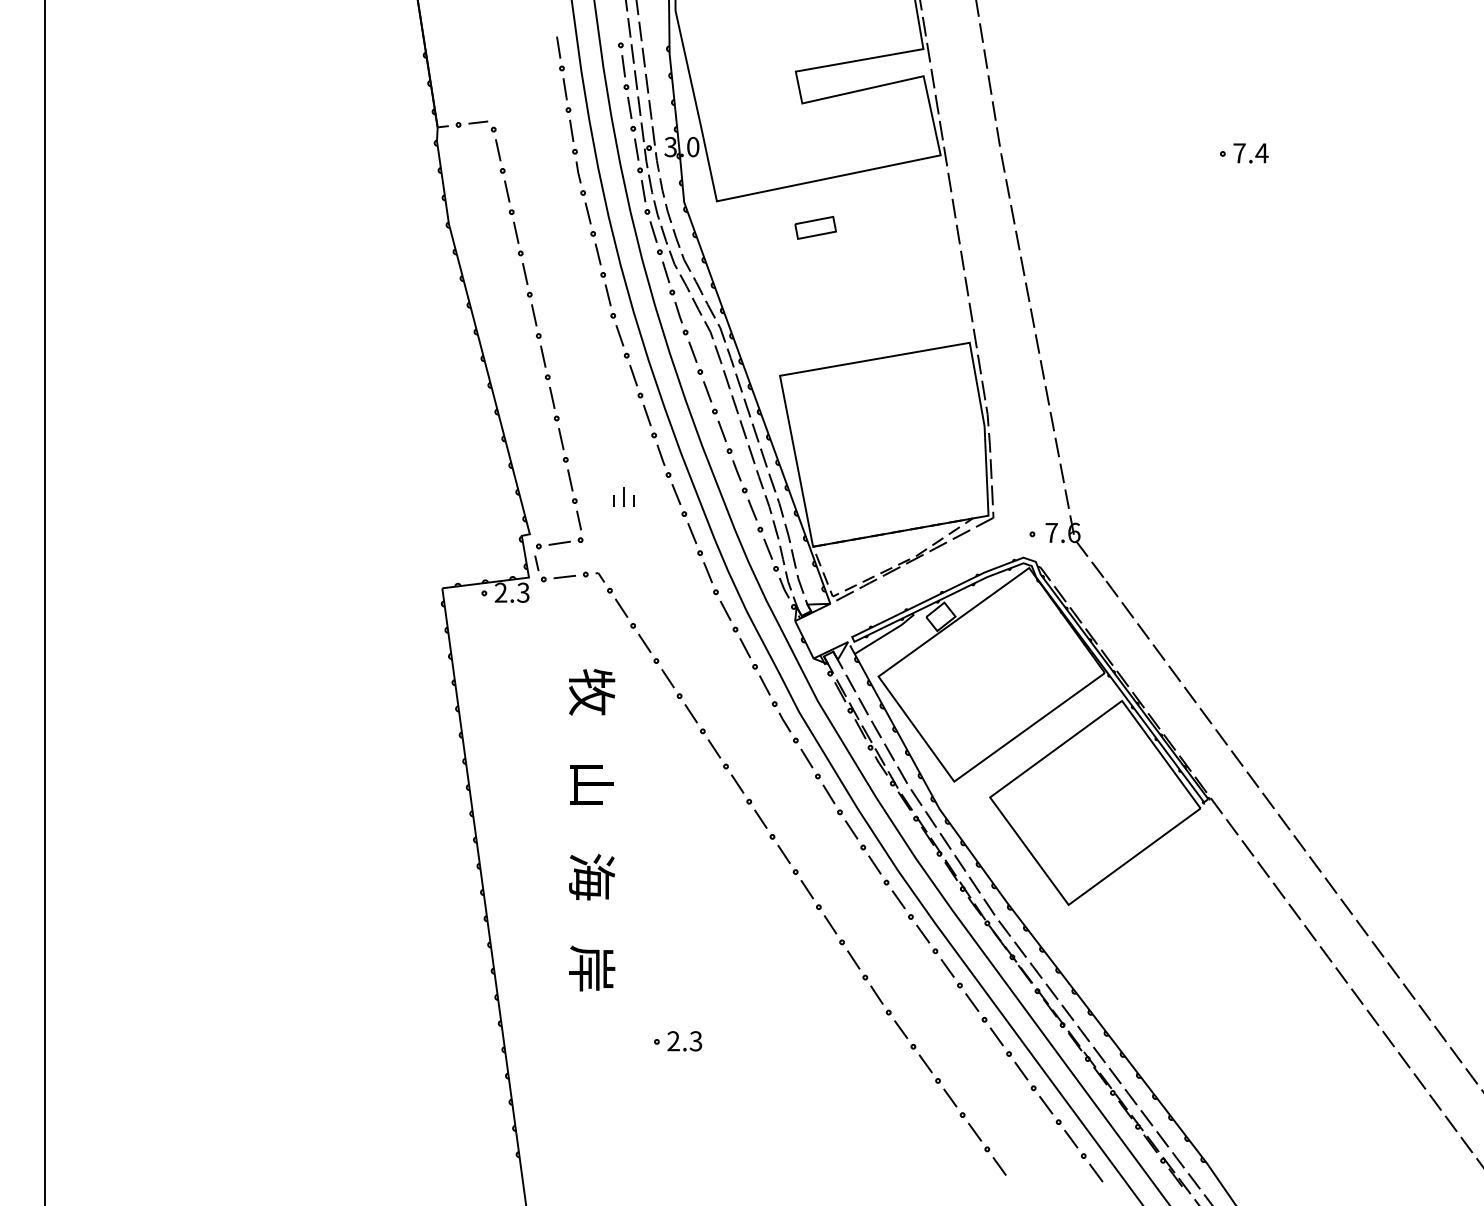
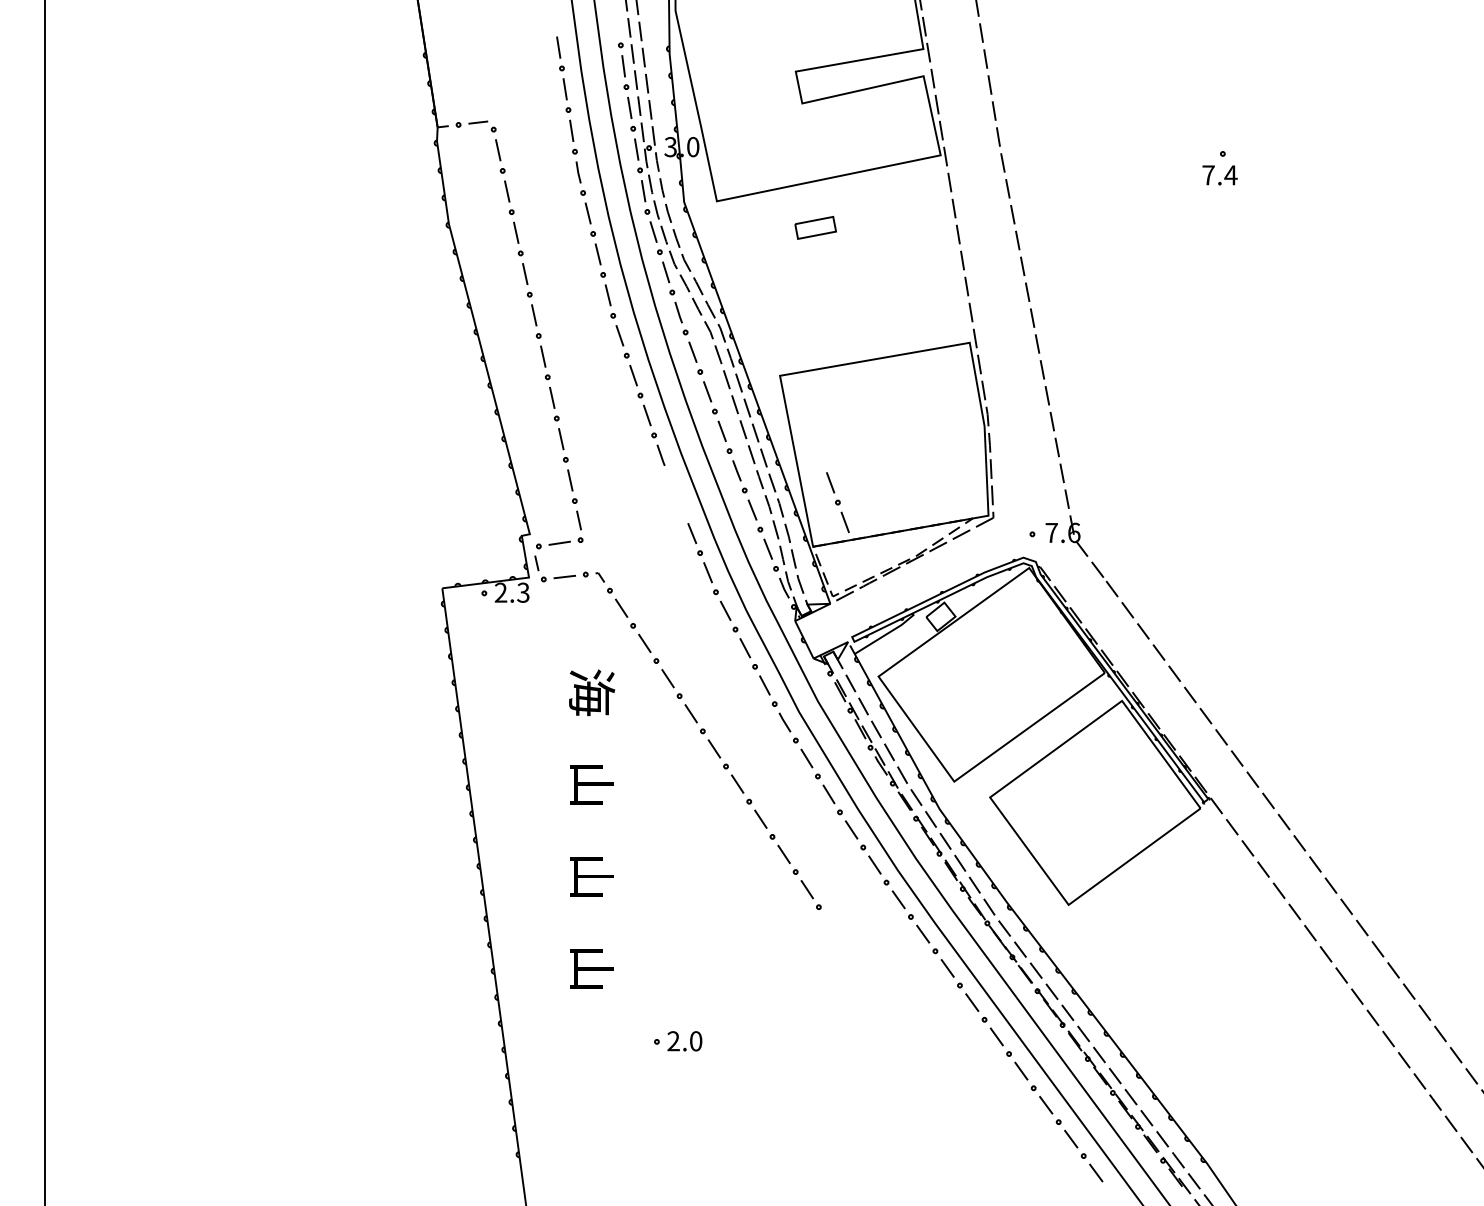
text at (1250, 153) position: (1250, 153) -> (1219, 175)
part at (676, 494): present -> none
part at (623, 496): present -> none
part at (837, 502): none -> present
text at (592, 692): 牧 -> 海
text at (592, 876): 海 -> 山
text at (592, 968): 岸 -> 山
text at (695, 1041): 2.3 -> 2.0
part at (914, 1045): present -> none
